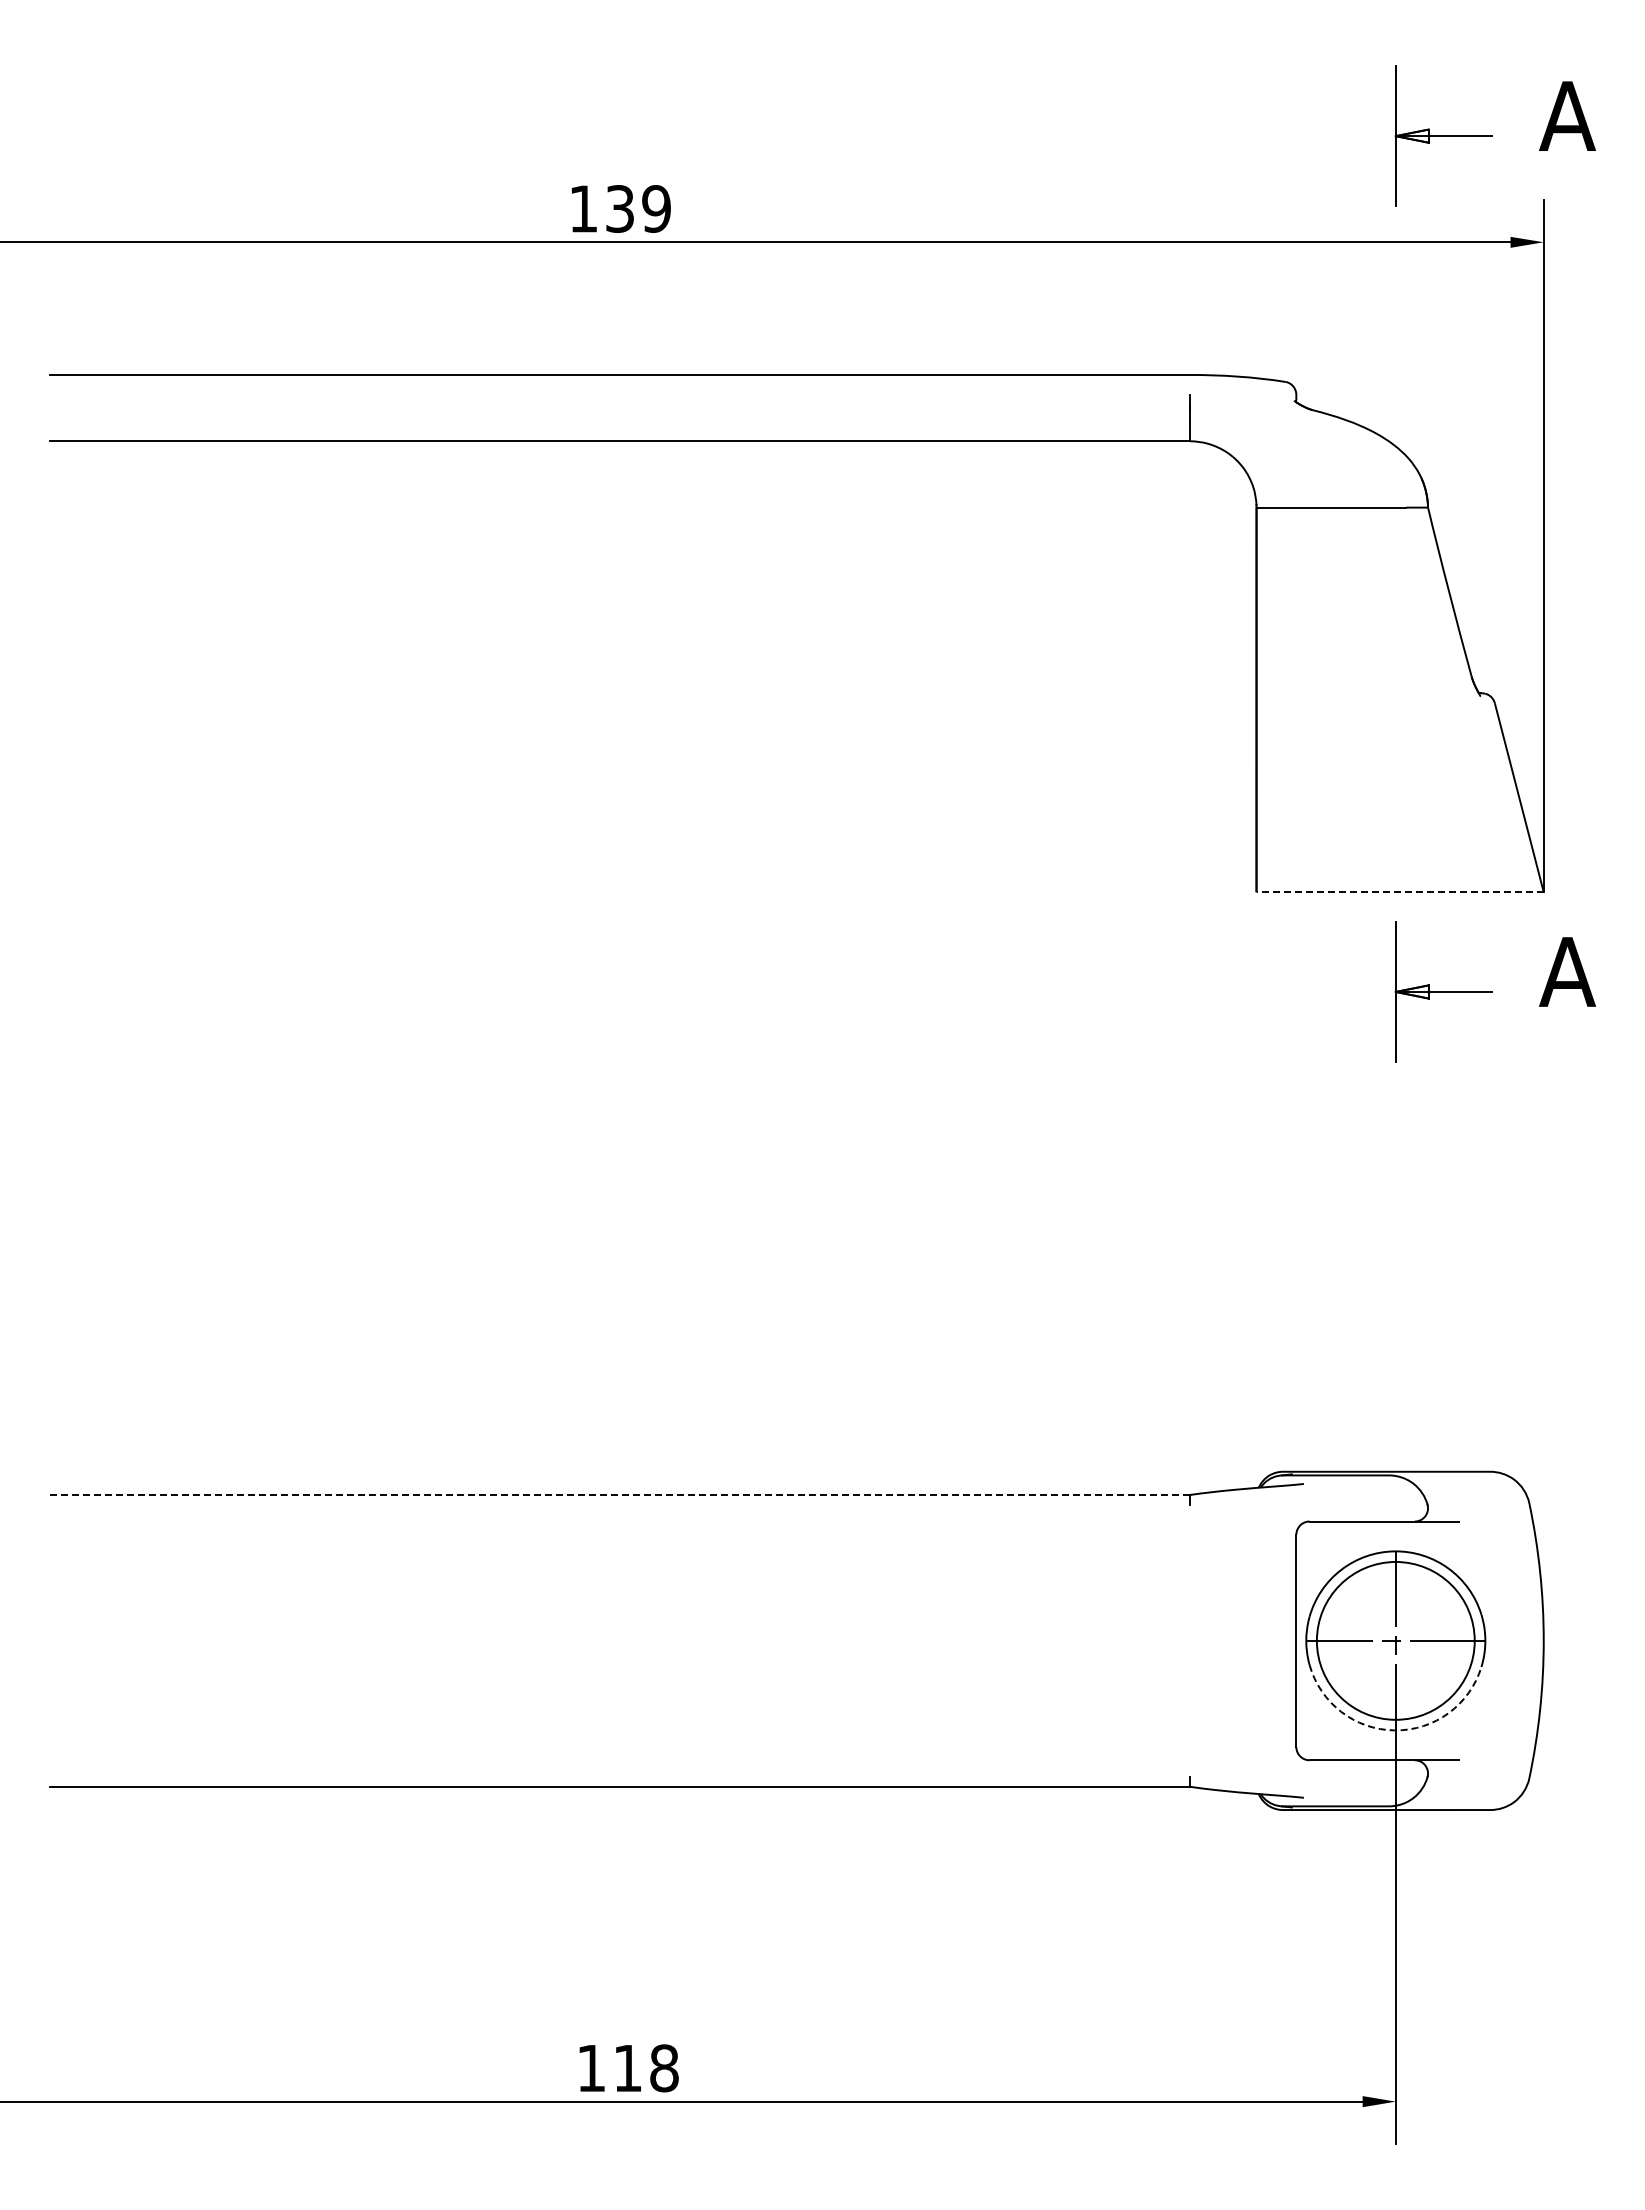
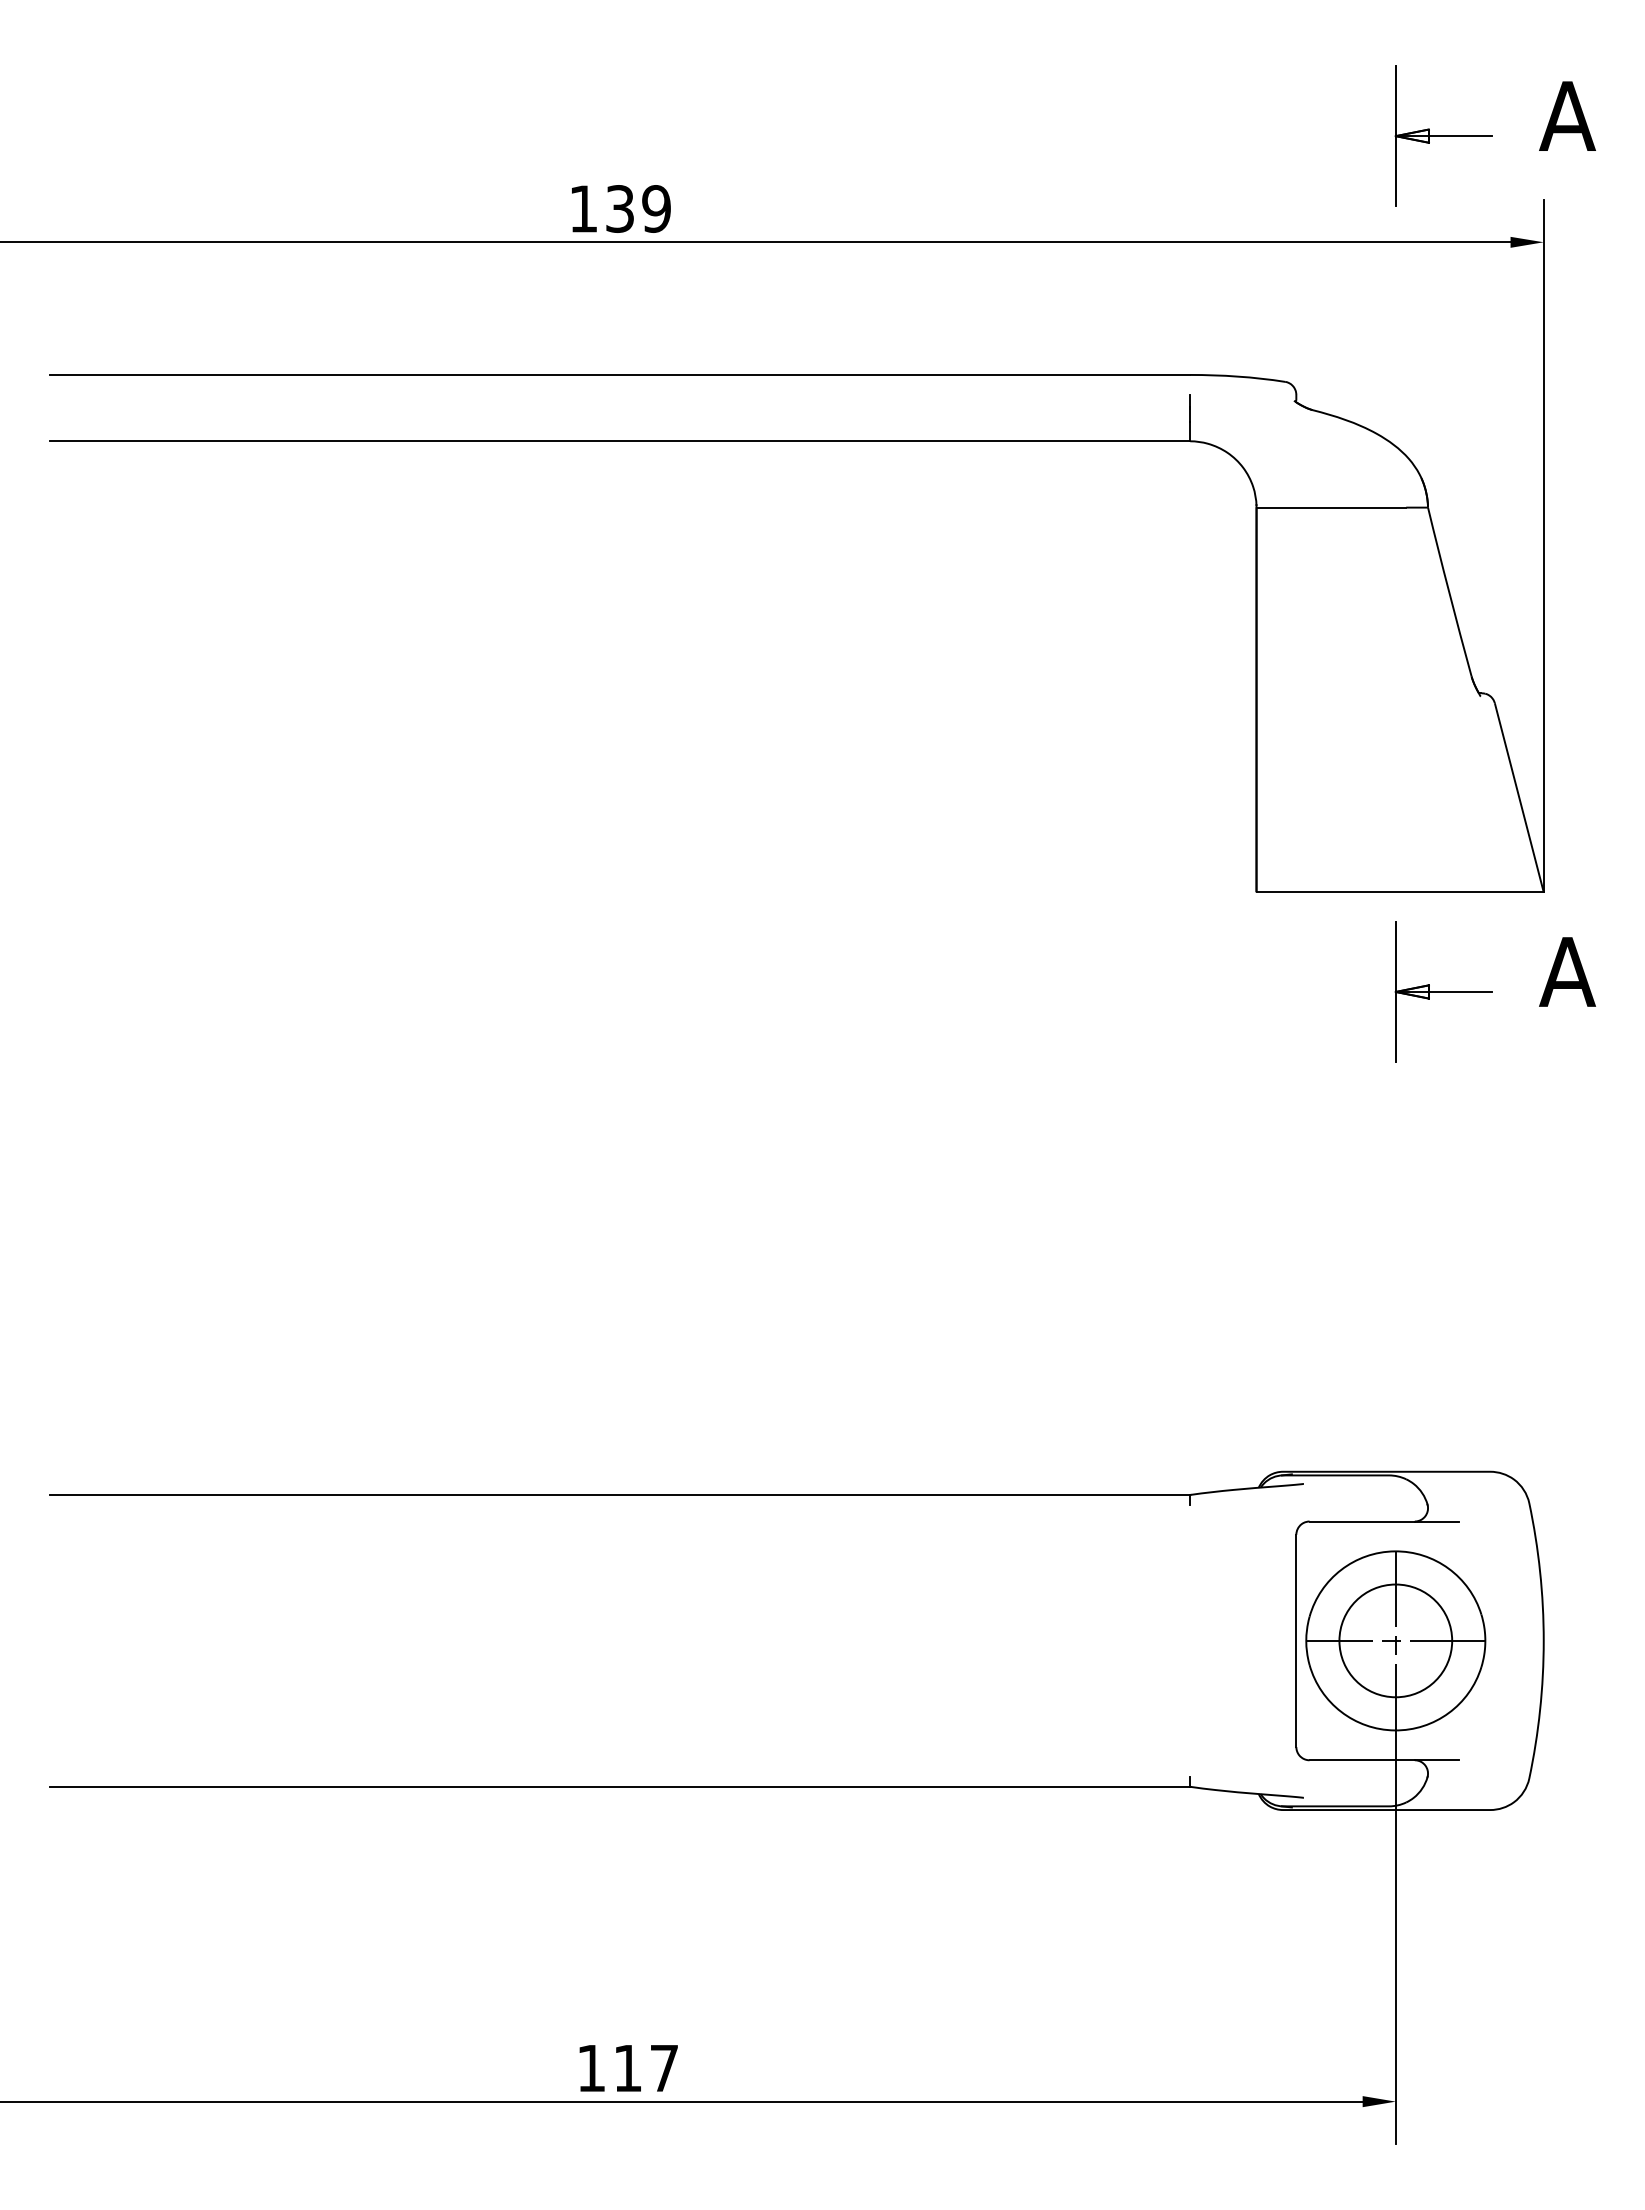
line at (1400, 892): dashed -> solid
line at (620, 1495): dashed -> solid
circle at (1395, 1640) diameter: 158 px -> 113 px
arc at (1394, 1730): dashed -> solid
text at (664, 2068): 118 -> 117
